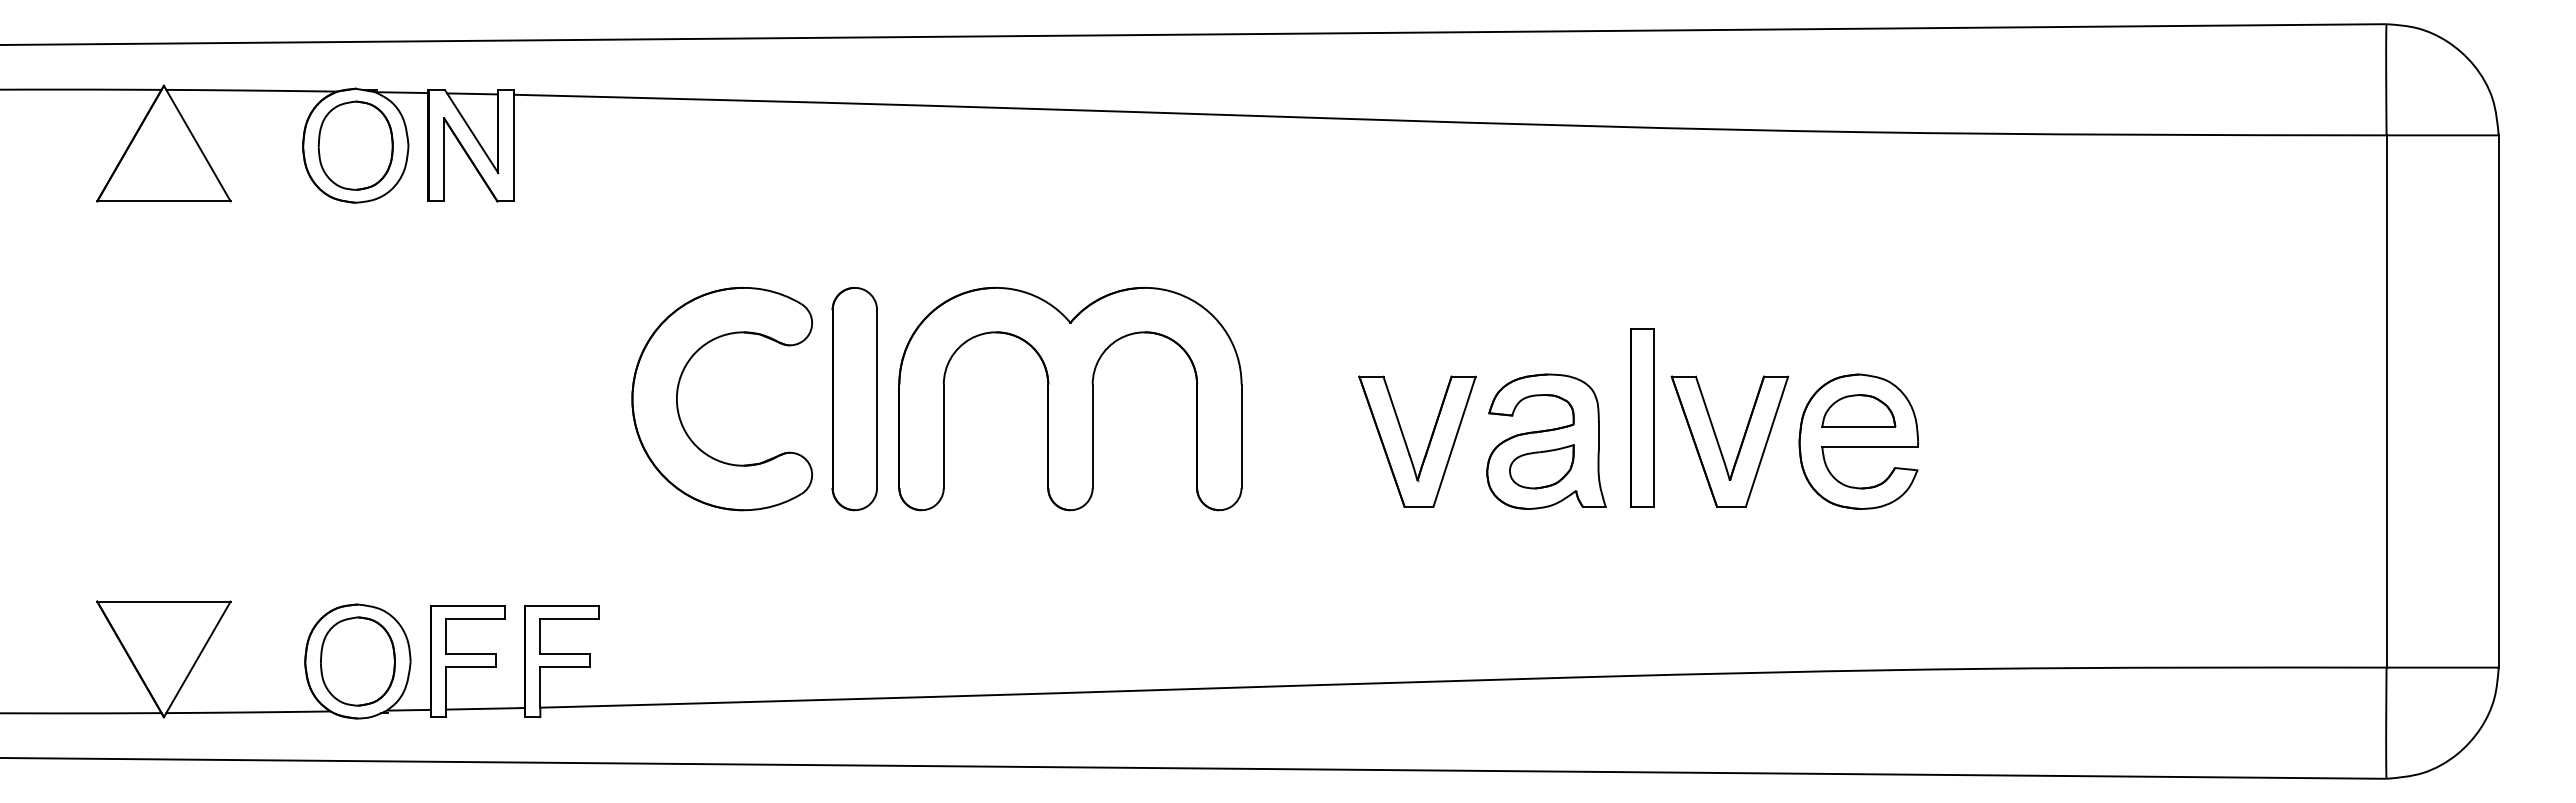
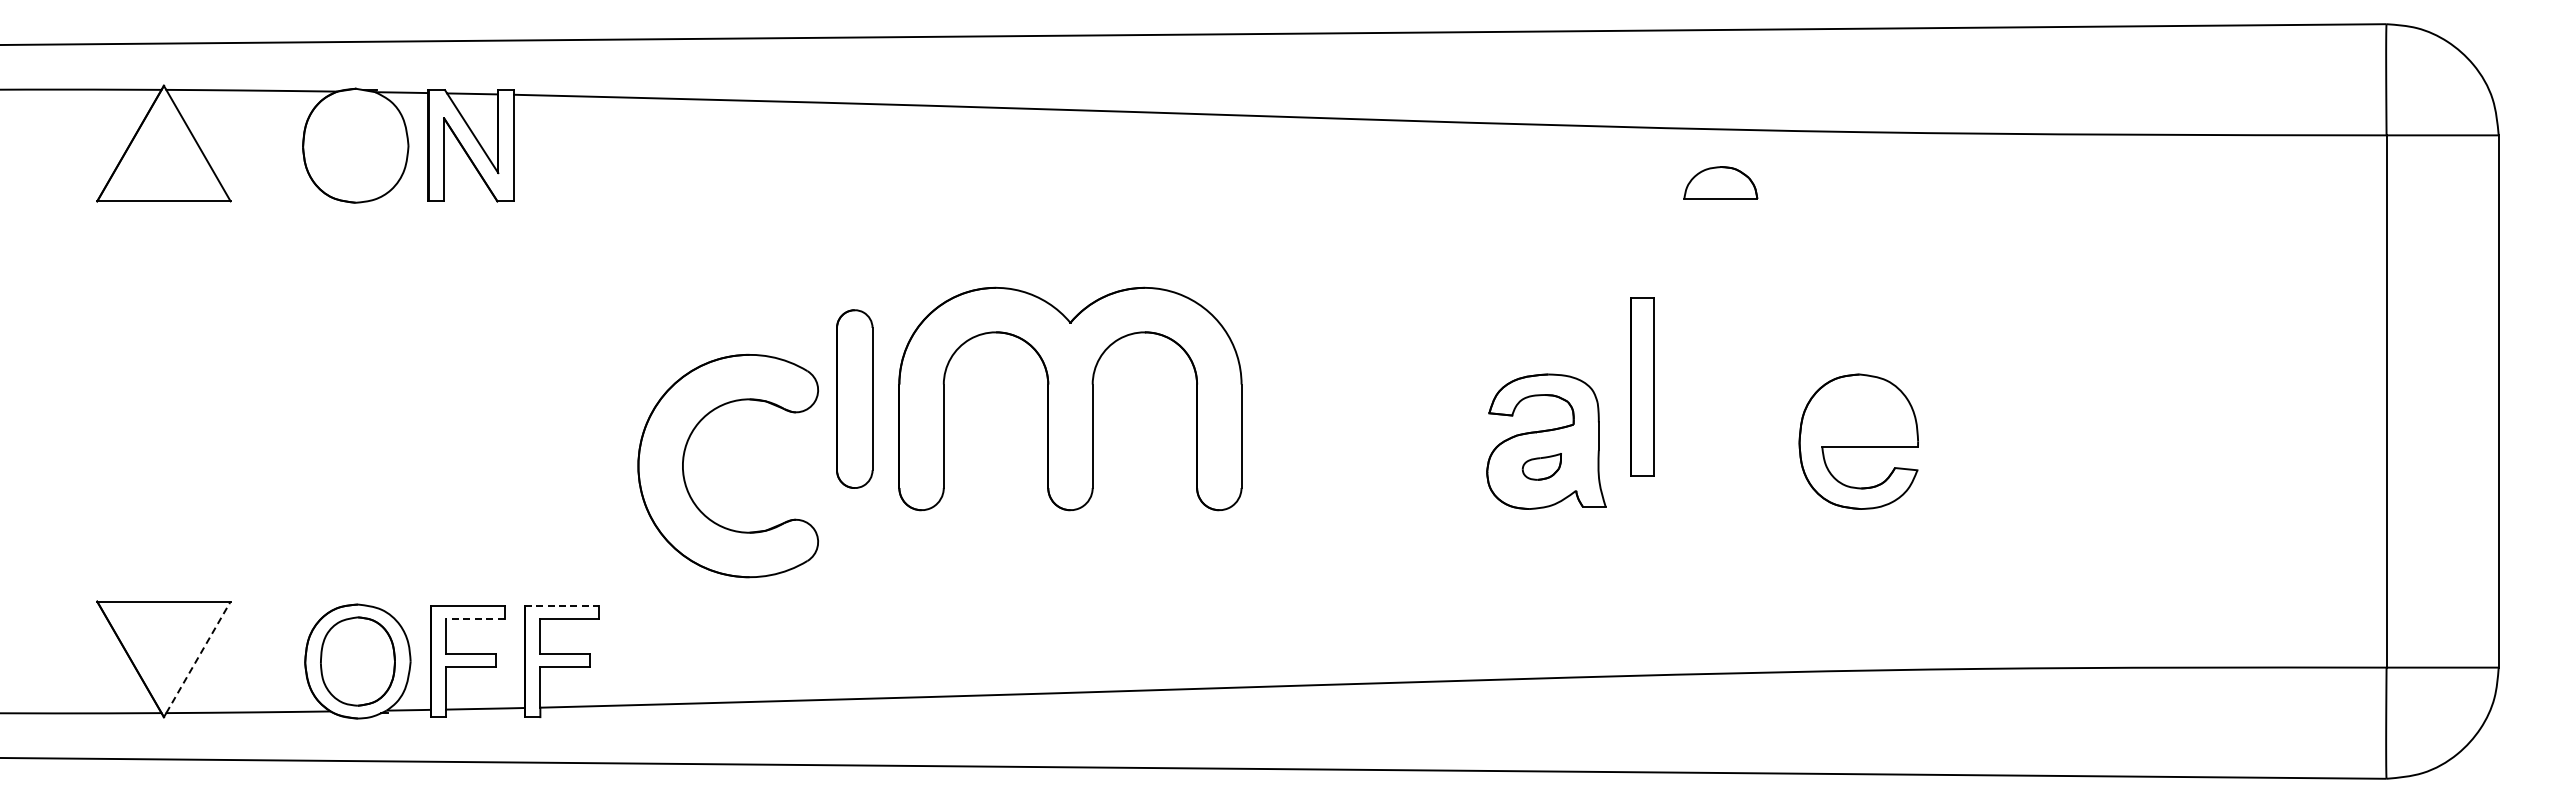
part at (355, 145): present -> none
part at (678, 392) position: (678, 392) -> (684, 459)
part at (854, 399) size: 47x225 px -> 38x180 px
part at (1858, 410) position: (1858, 410) -> (1720, 182)
part at (1642, 417) position: (1642, 417) -> (1642, 386)
part at (1719, 443): present -> none
part at (1407, 445): present -> none
part at (1541, 466) size: 66x46 px -> 41x28 px
line at (562, 605): solid -> dashed
line at (475, 618): solid -> dashed
line at (198, 656): solid -> dashed
